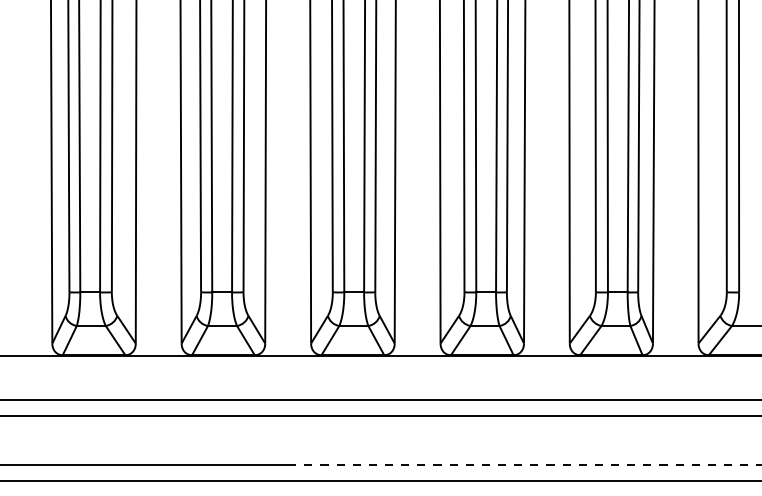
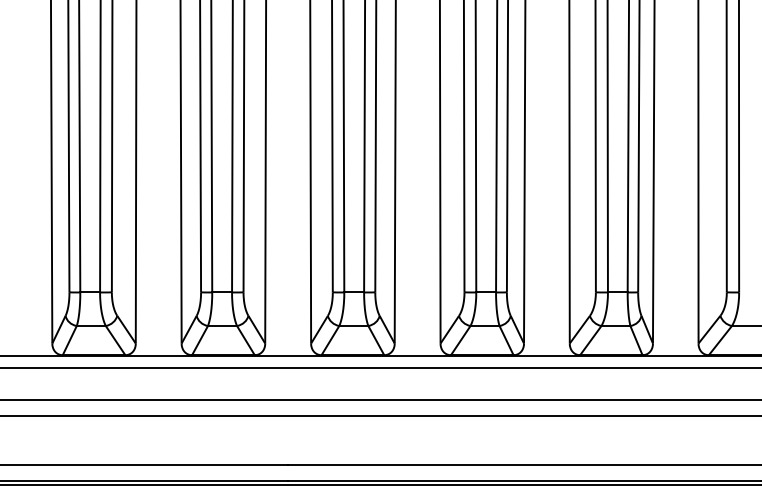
line at (380, 367): none -> present
line at (524, 464): dashed -> solid
line at (380, 484): none -> present
